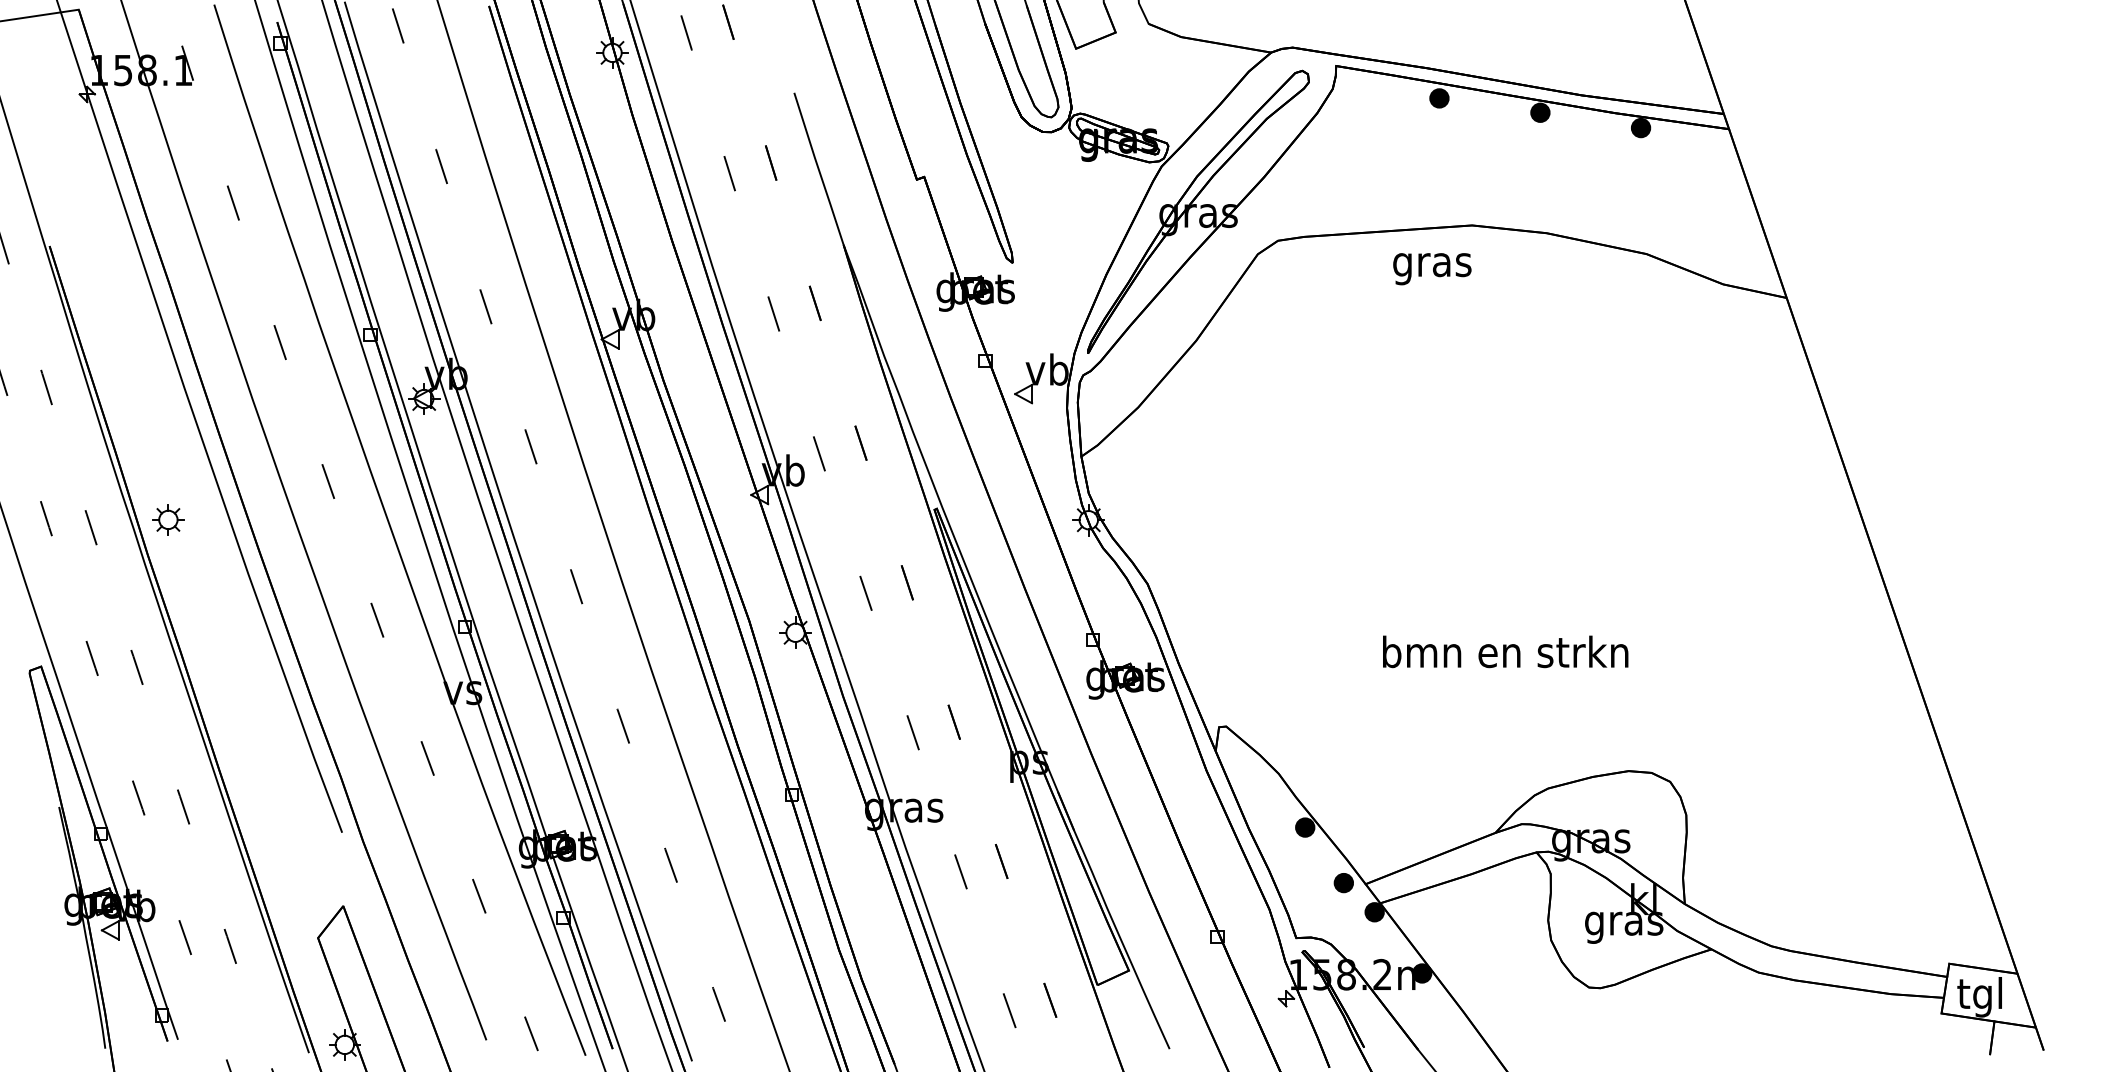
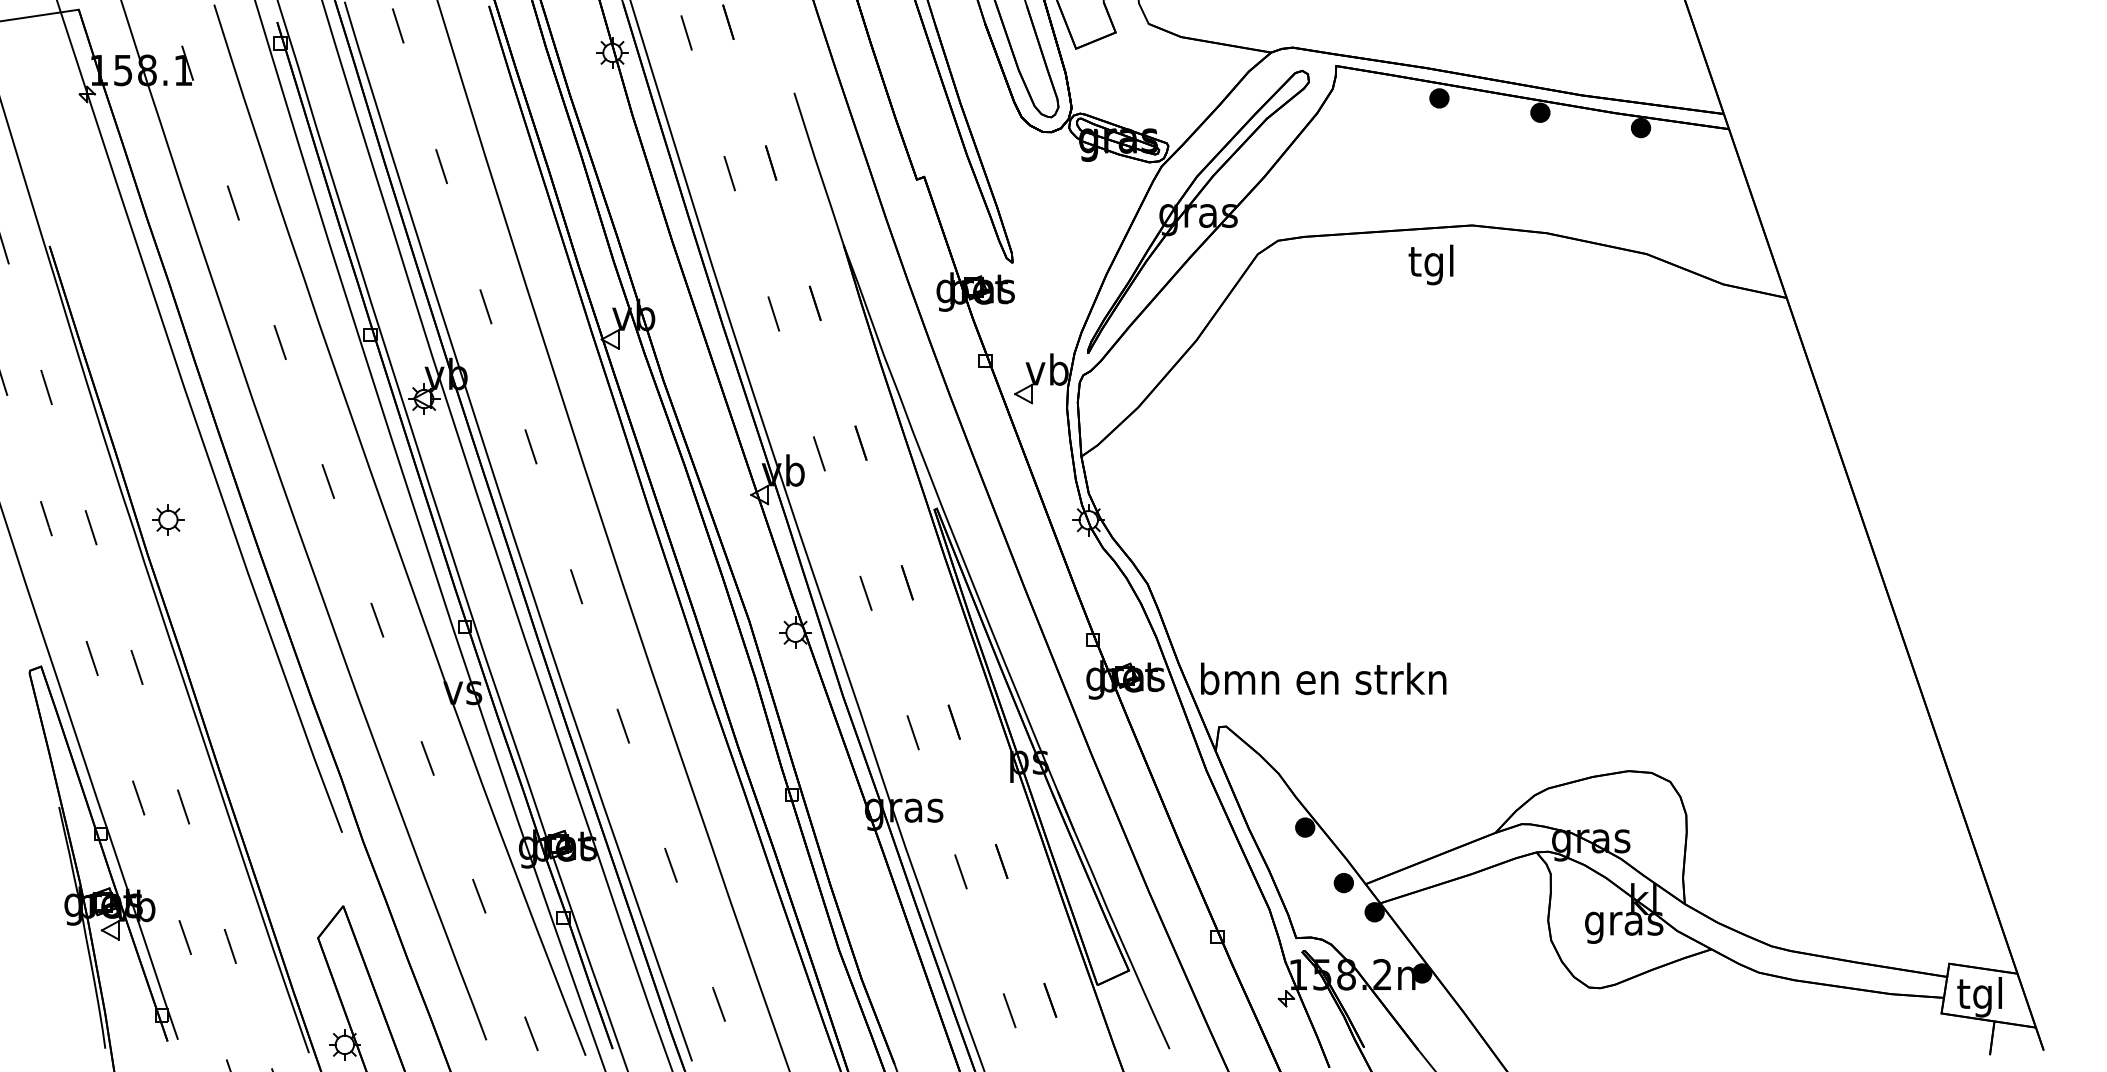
text at (1432, 264): gras -> tgl
text at (1505, 651) position: (1505, 651) -> (1323, 678)
